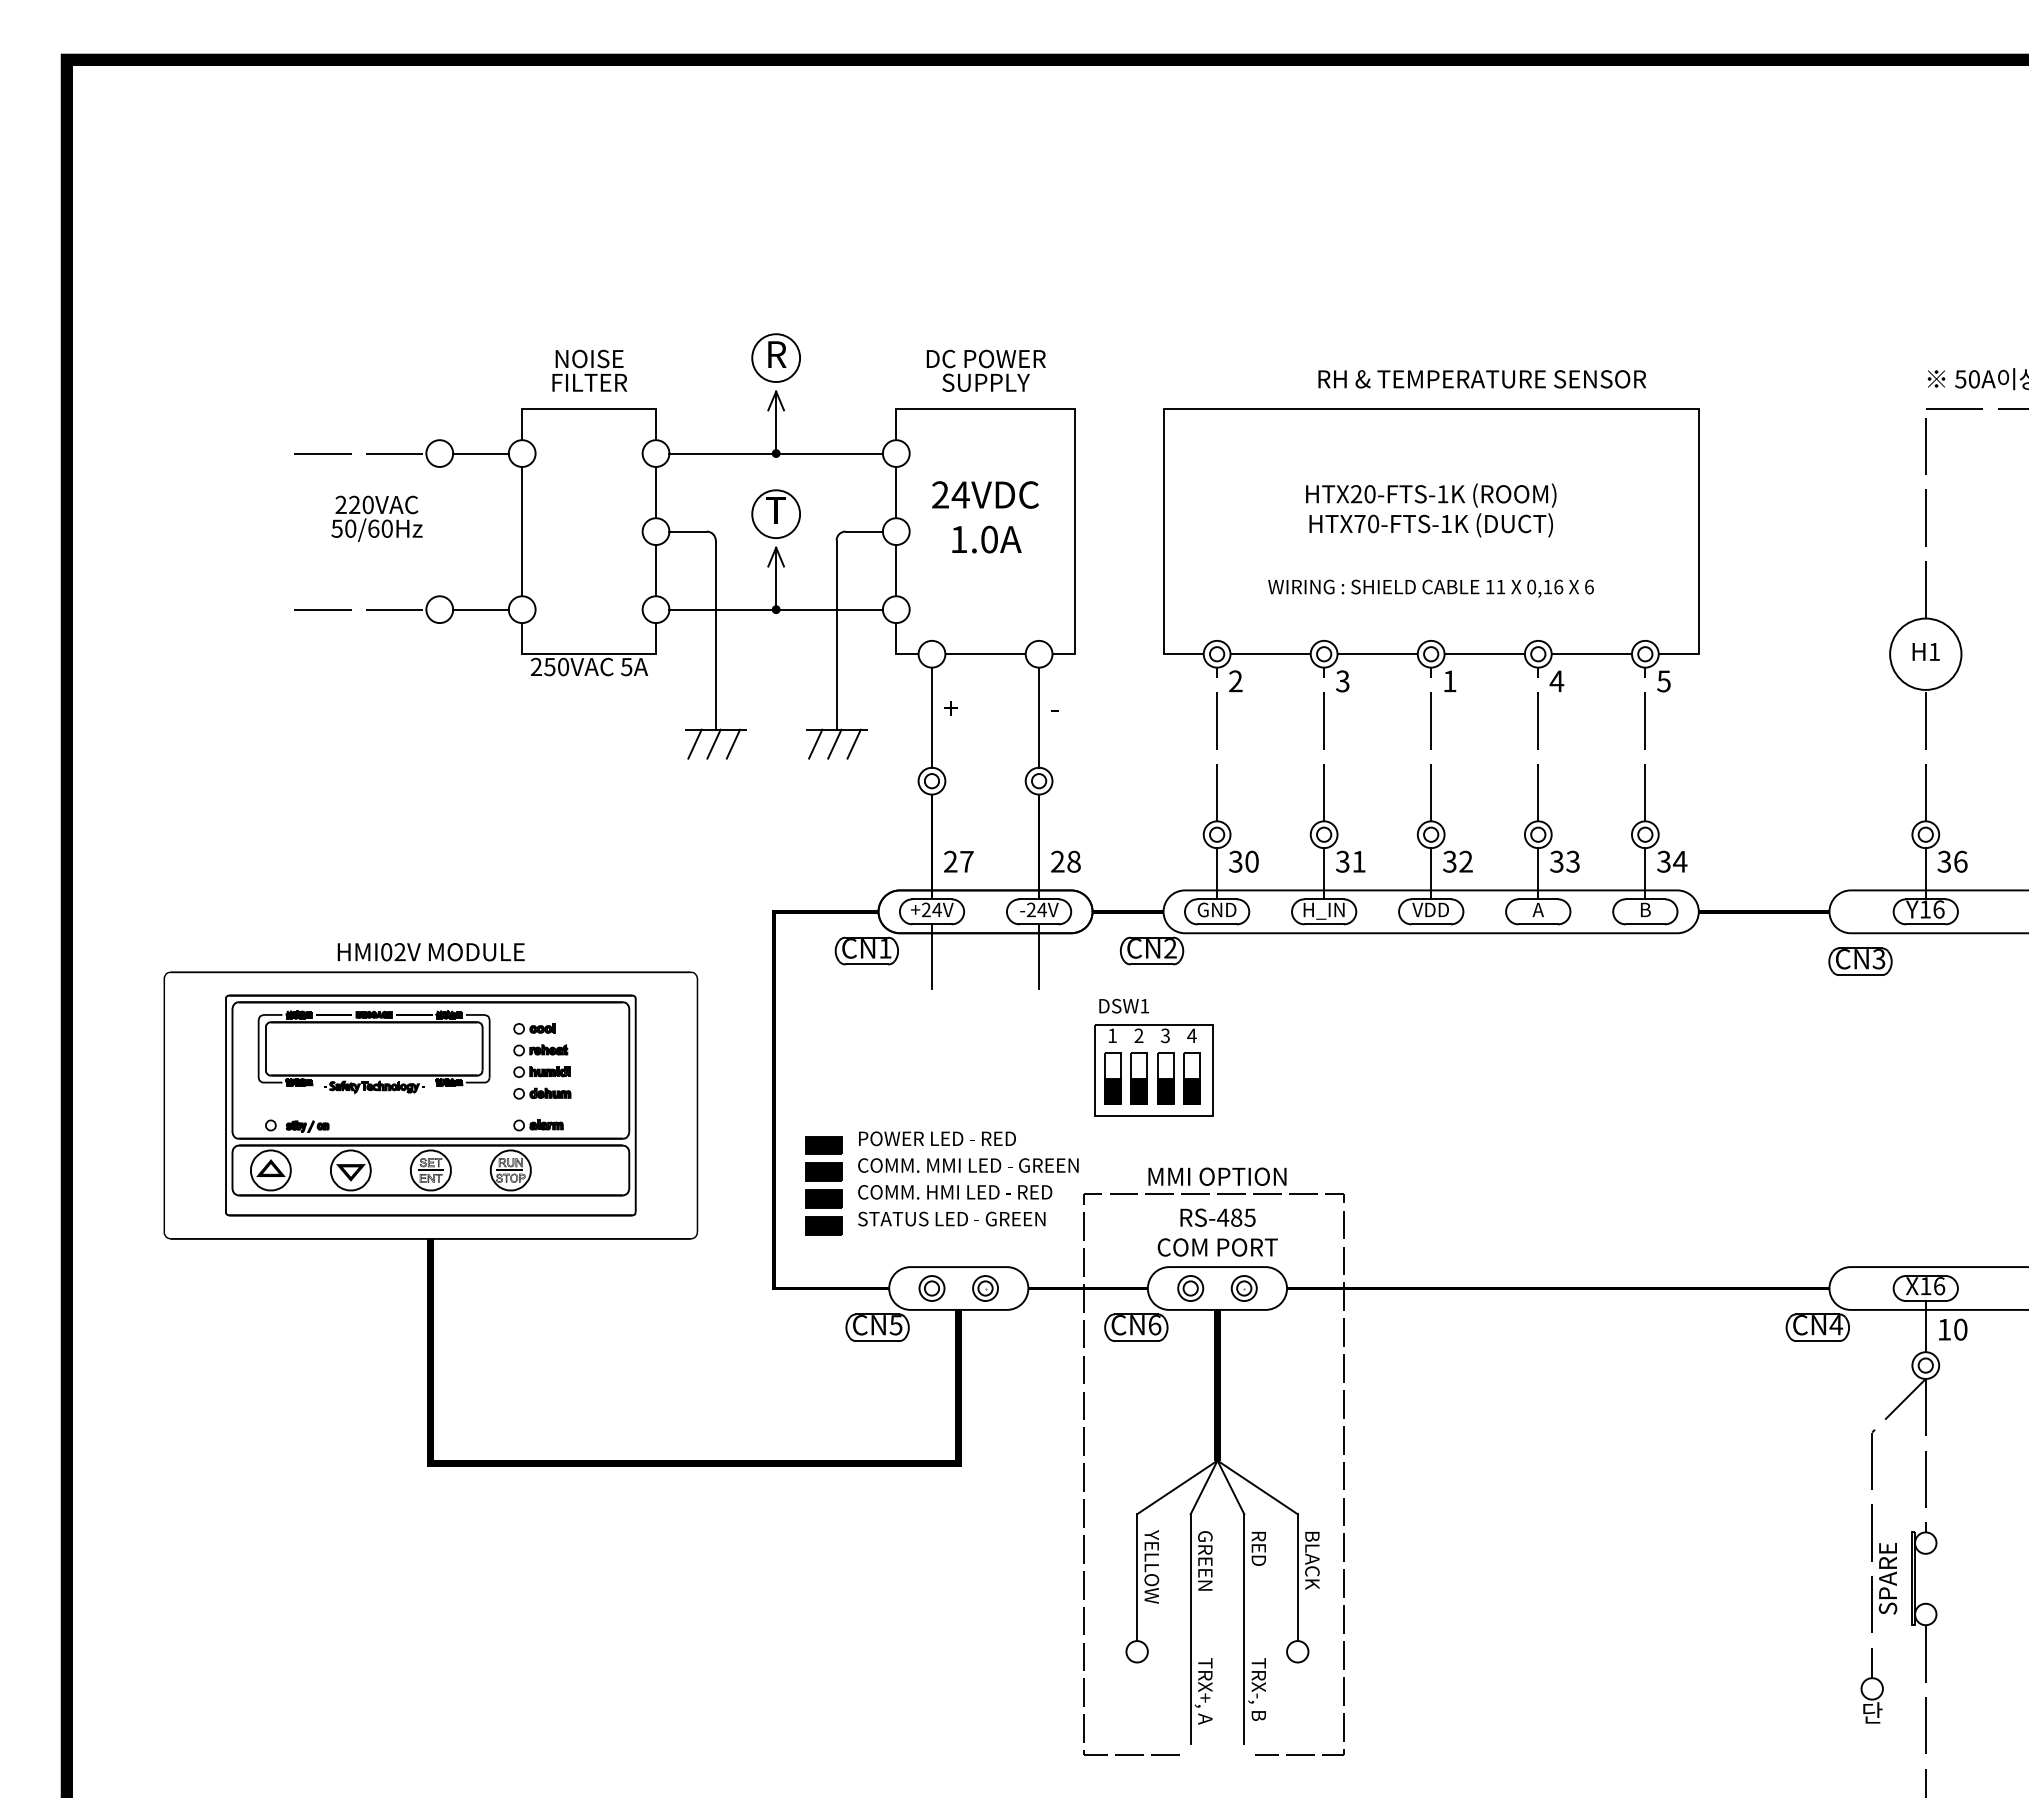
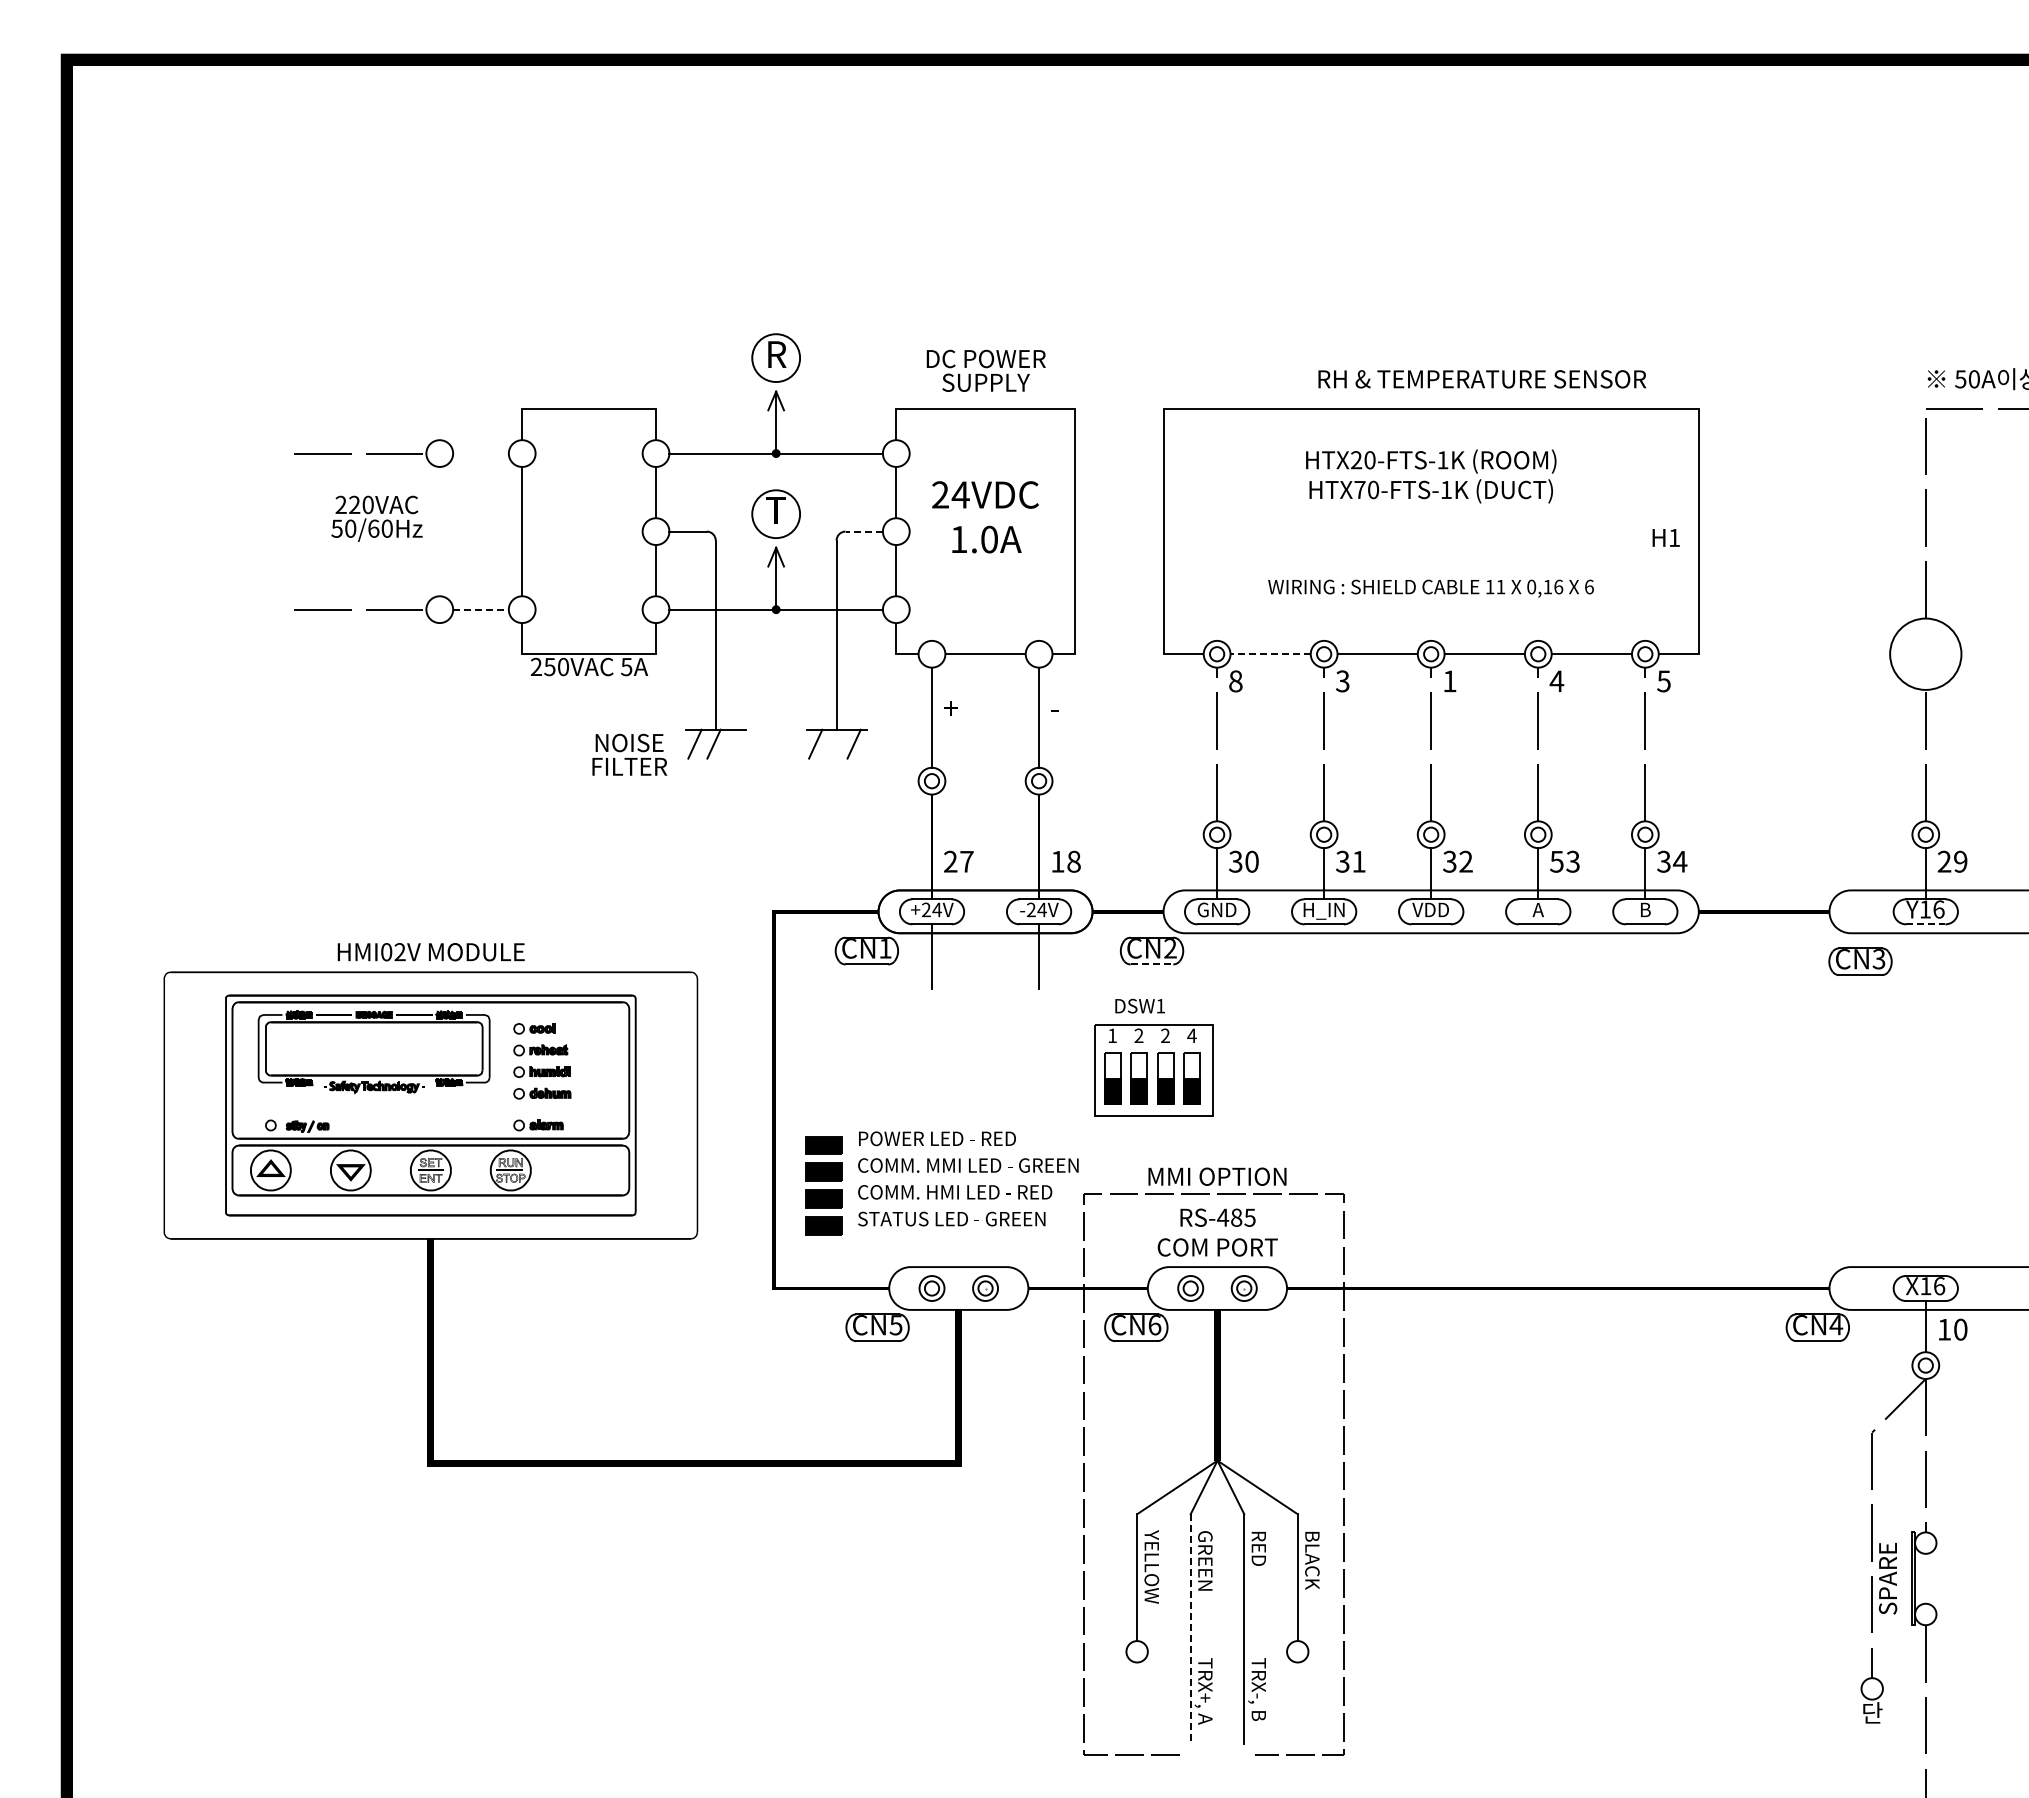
text at (589, 370) position: (589, 370) -> (629, 754)
line at (480, 453): present -> none
text at (1431, 510) position: (1431, 510) -> (1431, 476)
line at (864, 531): solid -> dashed
line at (481, 609): solid -> dashed
text at (1925, 651) position: (1925, 651) -> (1665, 537)
line at (1270, 654): solid -> dashed
text at (1235, 681): 2 -> 8
line at (733, 743): present -> none
line at (834, 743): present -> none
text at (1057, 861): 28 -> 18
text at (1556, 861): 33 -> 53
text at (1952, 861): 36 -> 29
line at (1925, 924): solid -> dashed
line at (1152, 964): solid -> dashed
text at (1123, 1005) position: (1123, 1005) -> (1139, 1005)
text at (1165, 1036): 3 -> 2
line at (1190, 1629): solid -> dashed
